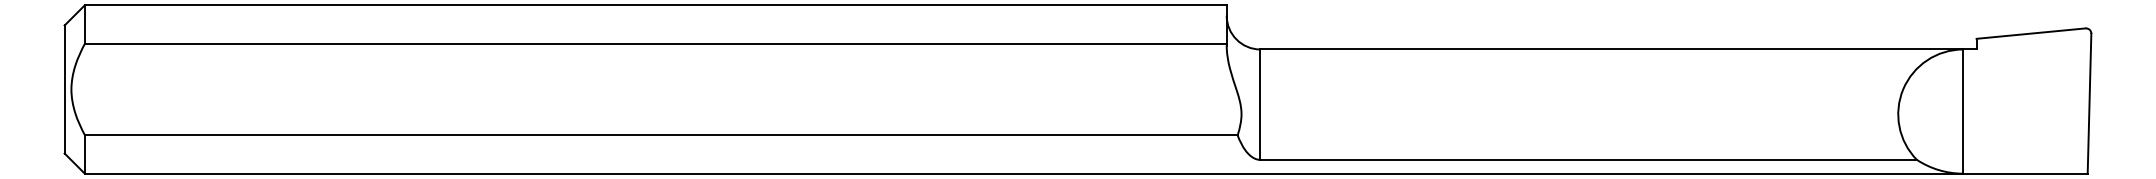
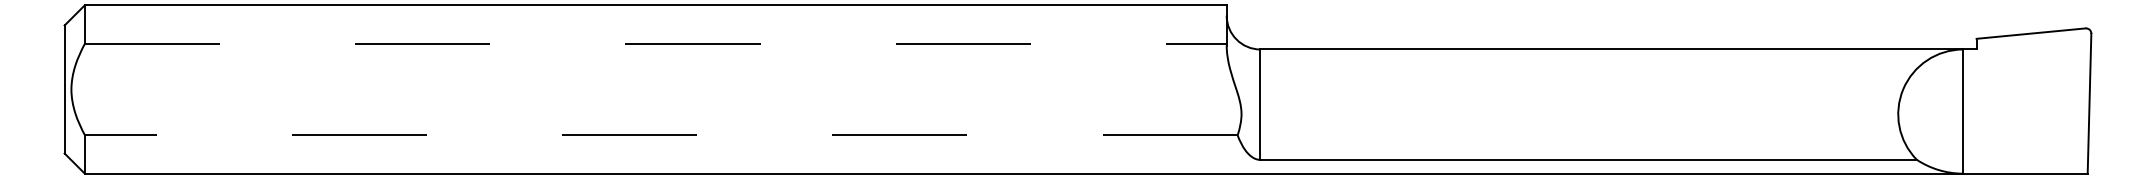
line at (655, 43): solid -> dashed
line at (660, 135): solid -> dashed
